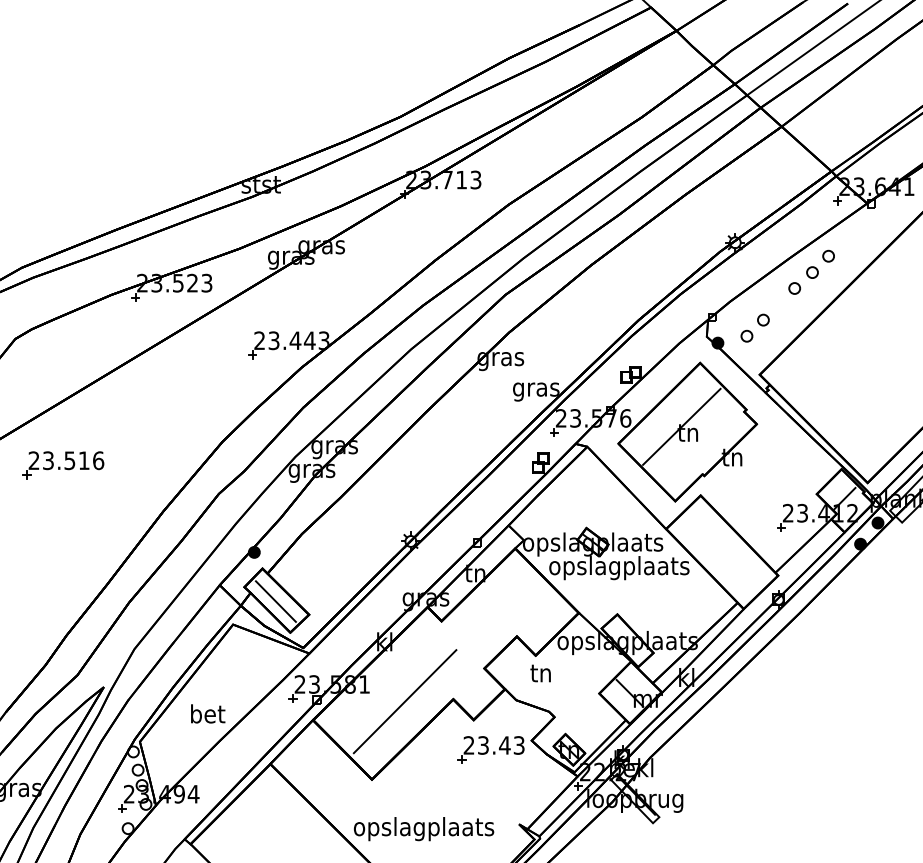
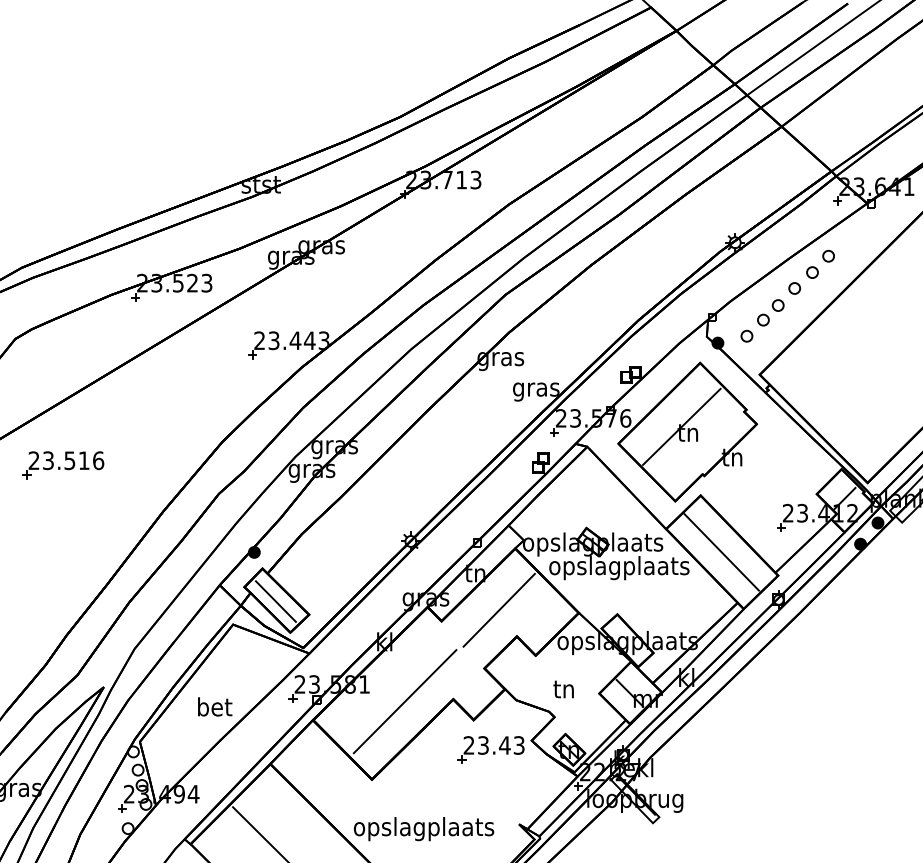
part at (777, 305): none -> present
line at (721, 552): none -> present
line at (498, 609): none -> present
text at (540, 673) position: (540, 673) -> (563, 689)
text at (208, 713) position: (208, 713) -> (215, 706)
line at (258, 833): none -> present
